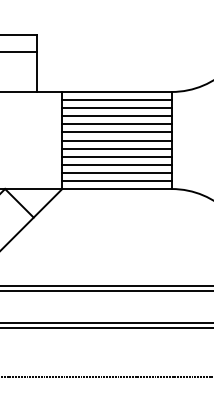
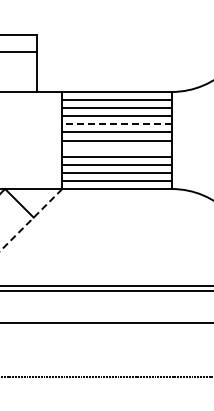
line at (117, 124): solid -> dashed
line at (116, 148): present -> none
line at (31, 219): solid -> dashed
line at (106, 328): present -> none
